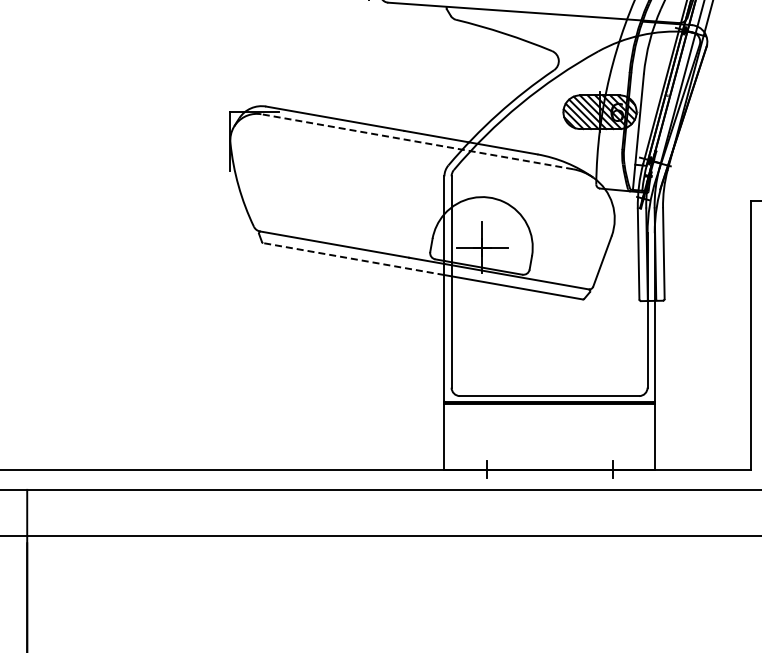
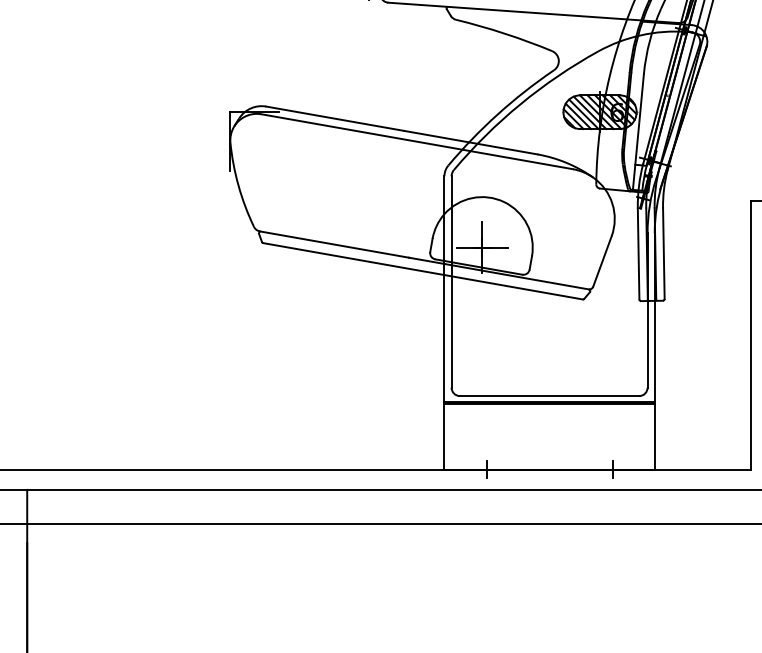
line at (416, 141): dashed -> solid
line at (353, 259): dashed -> solid
line at (380, 535) position: (380, 535) -> (380, 523)
